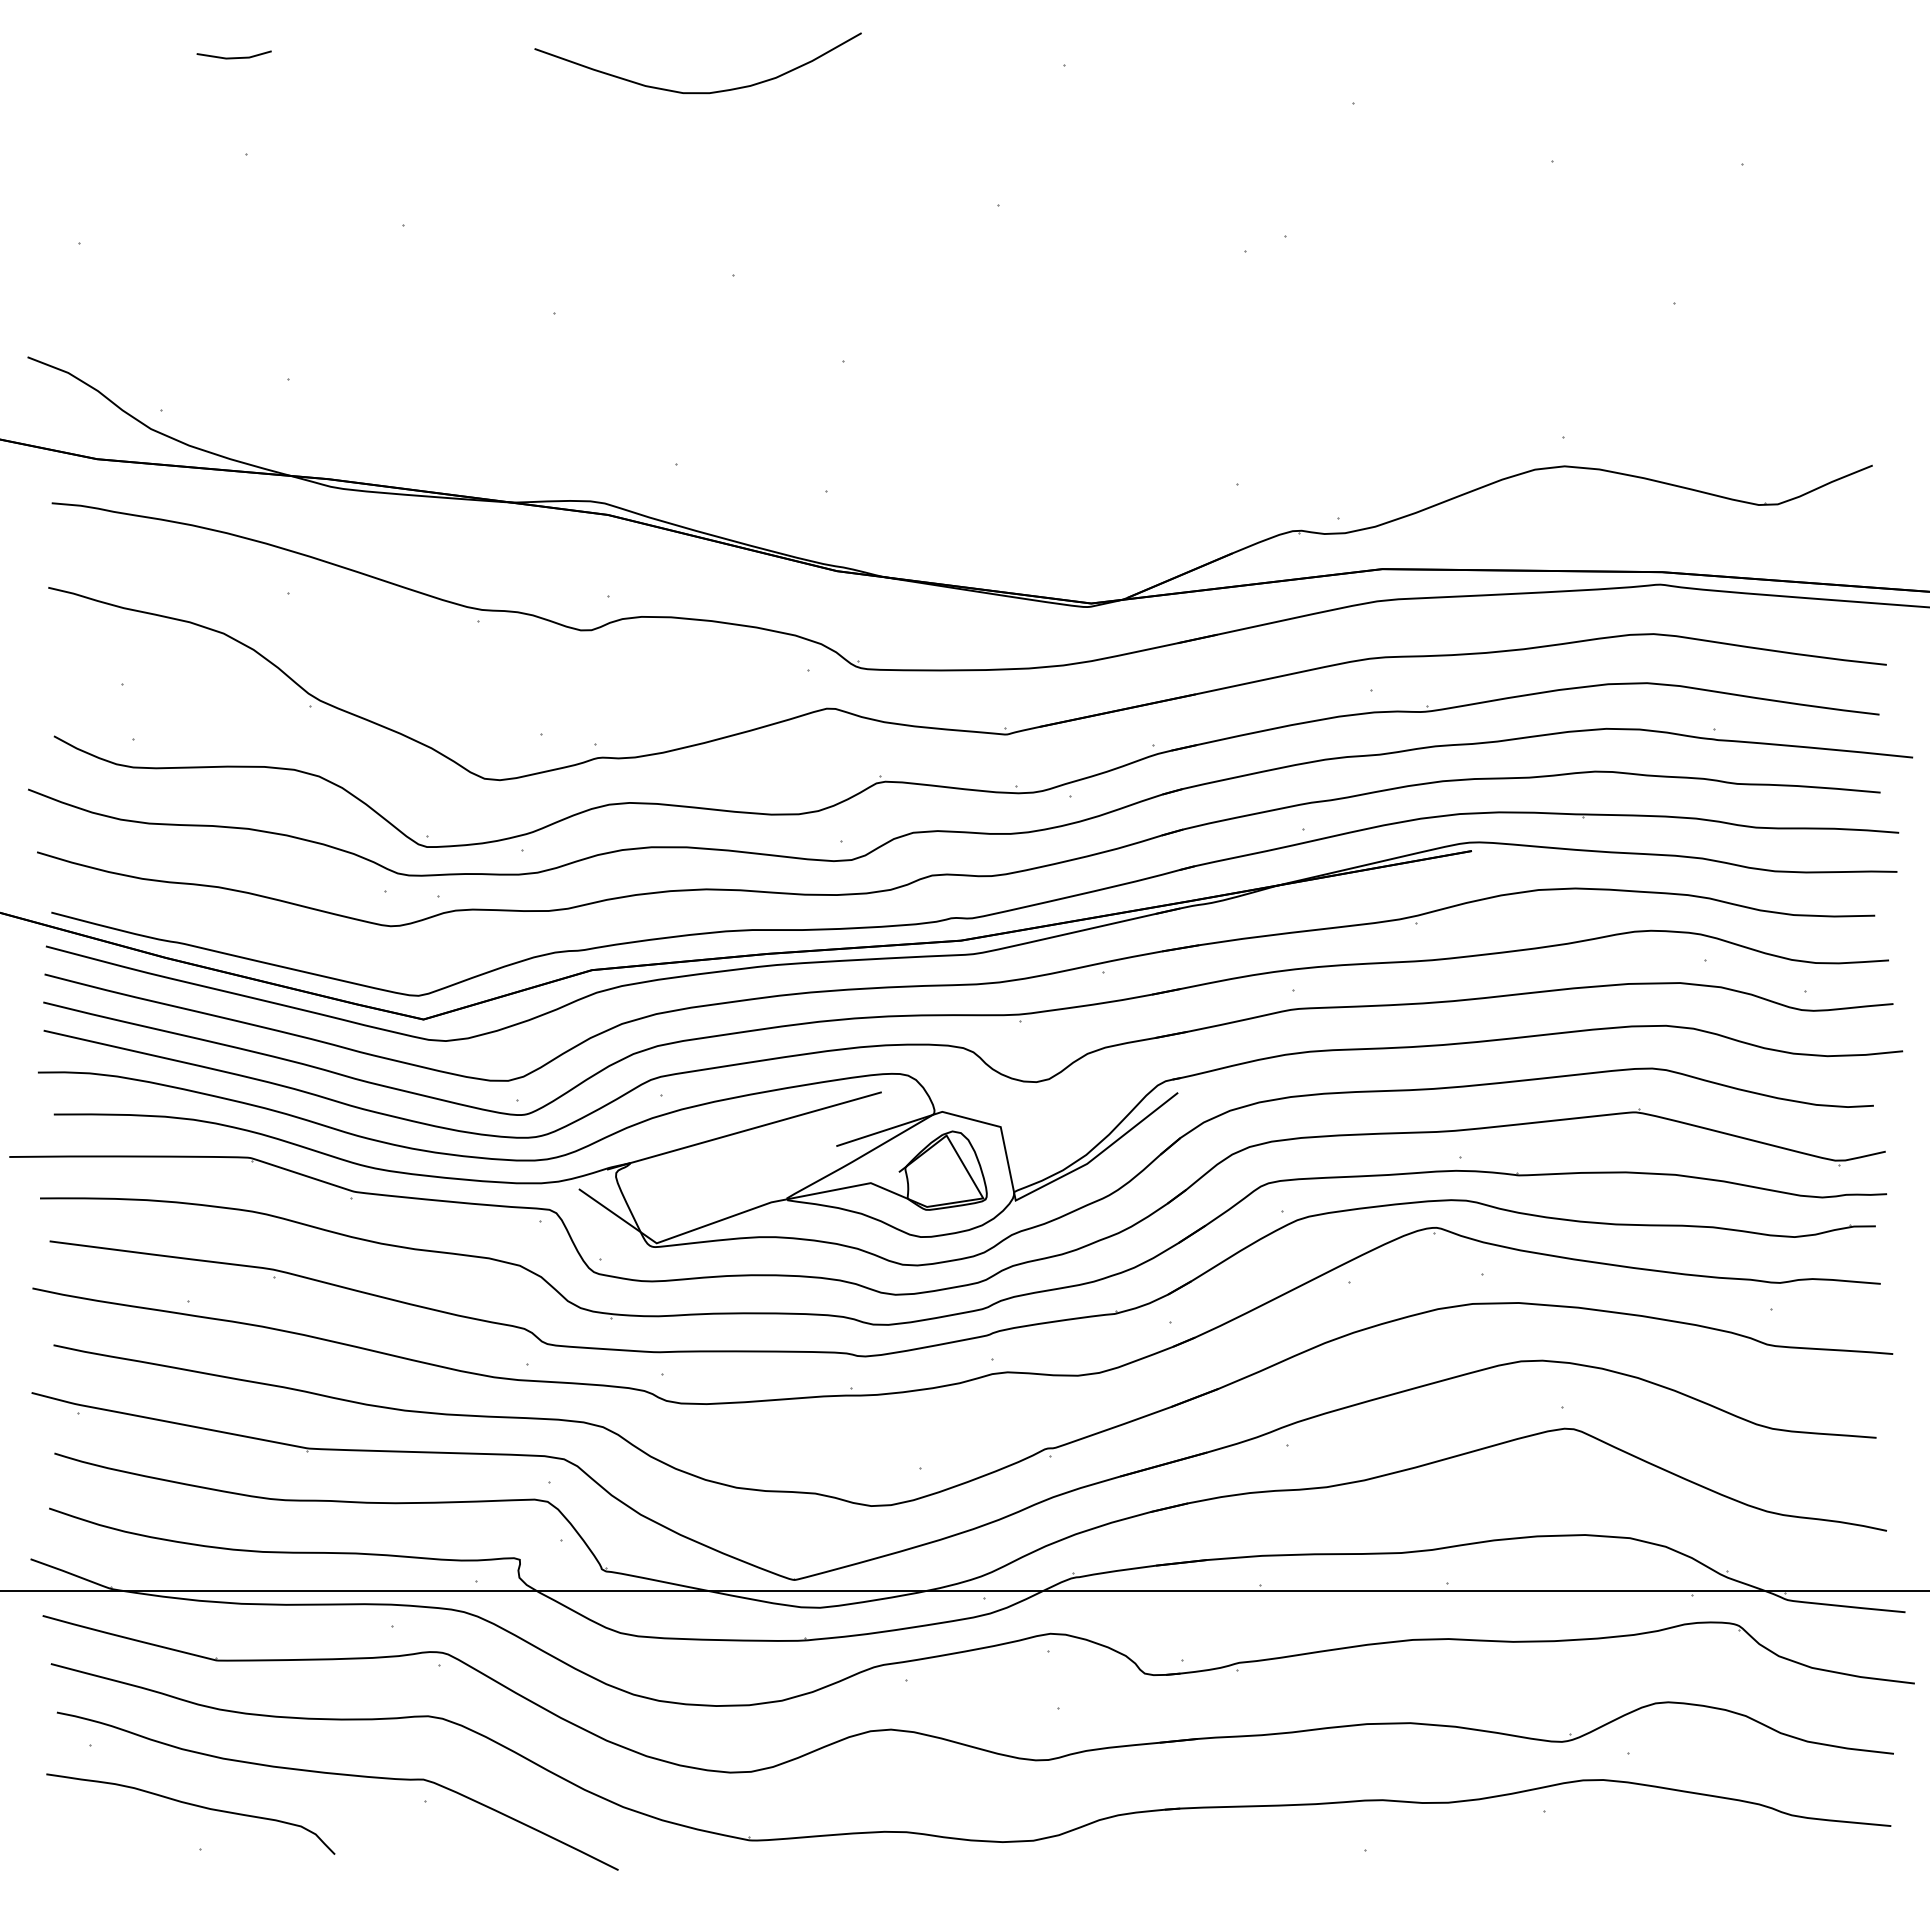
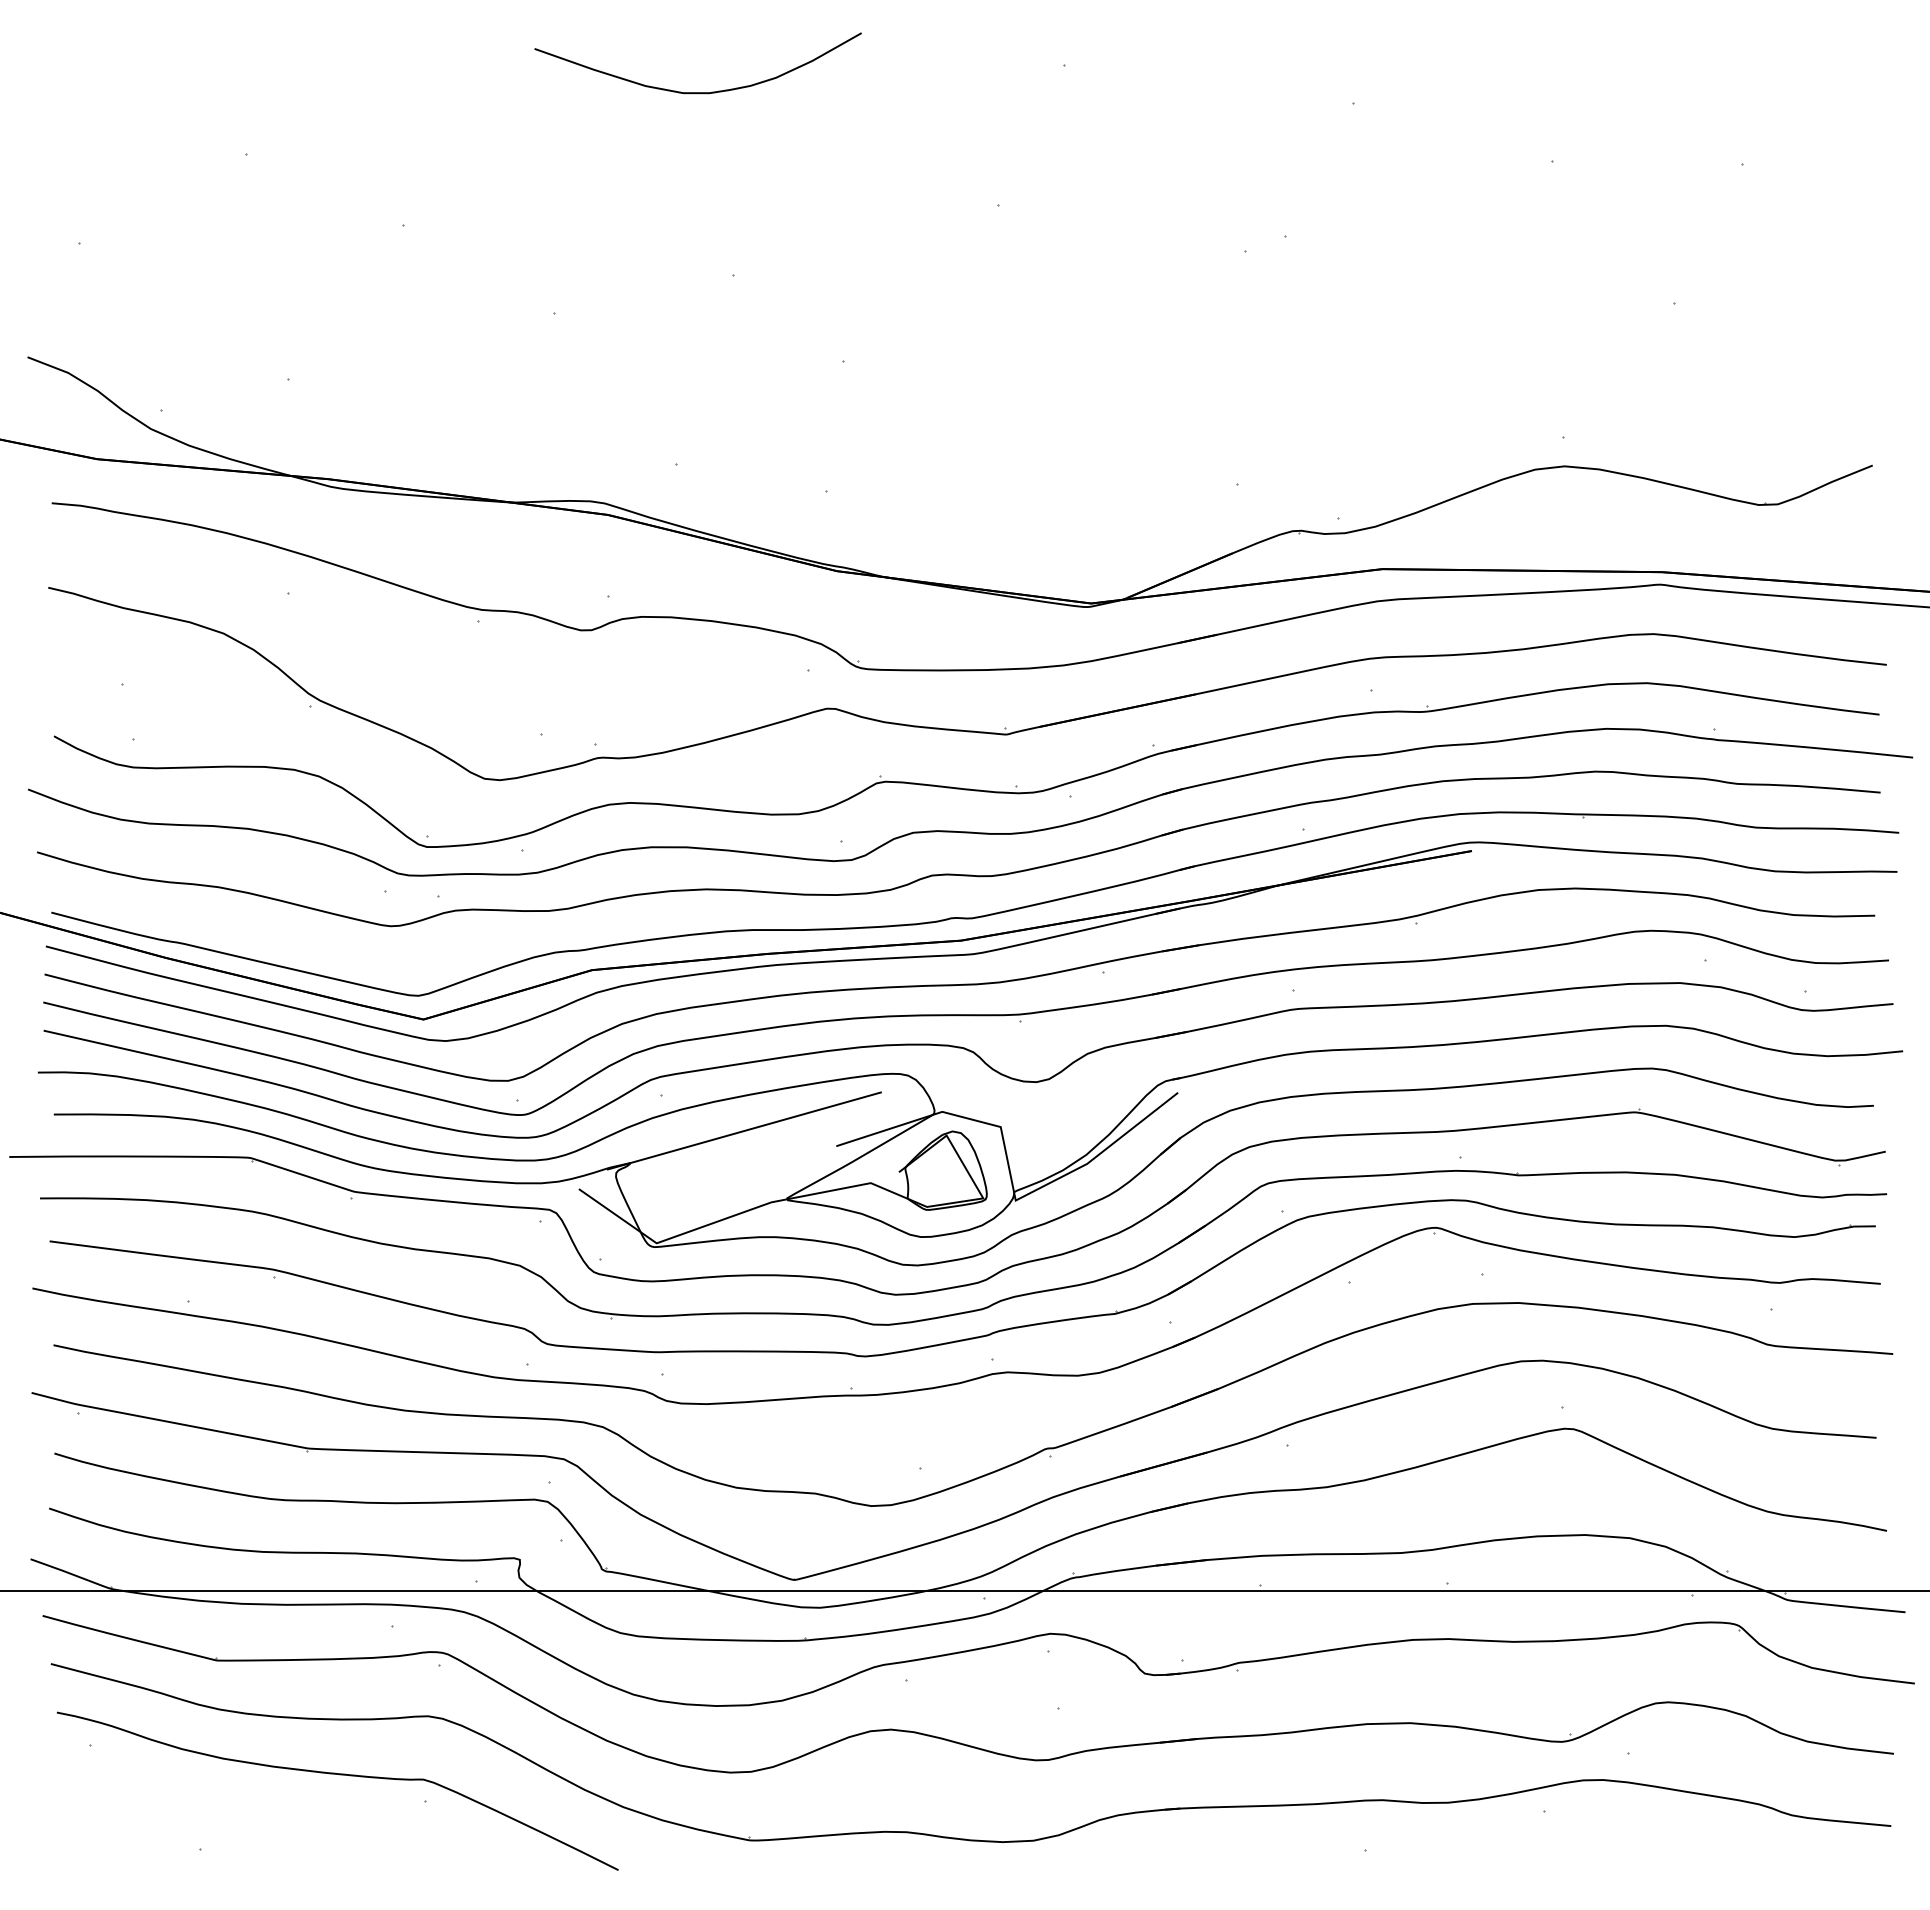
line at (233, 57): present -> none
curve at (190, 1805): present -> none
